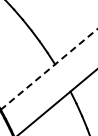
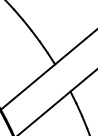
line at (49, 69): dashed -> solid
